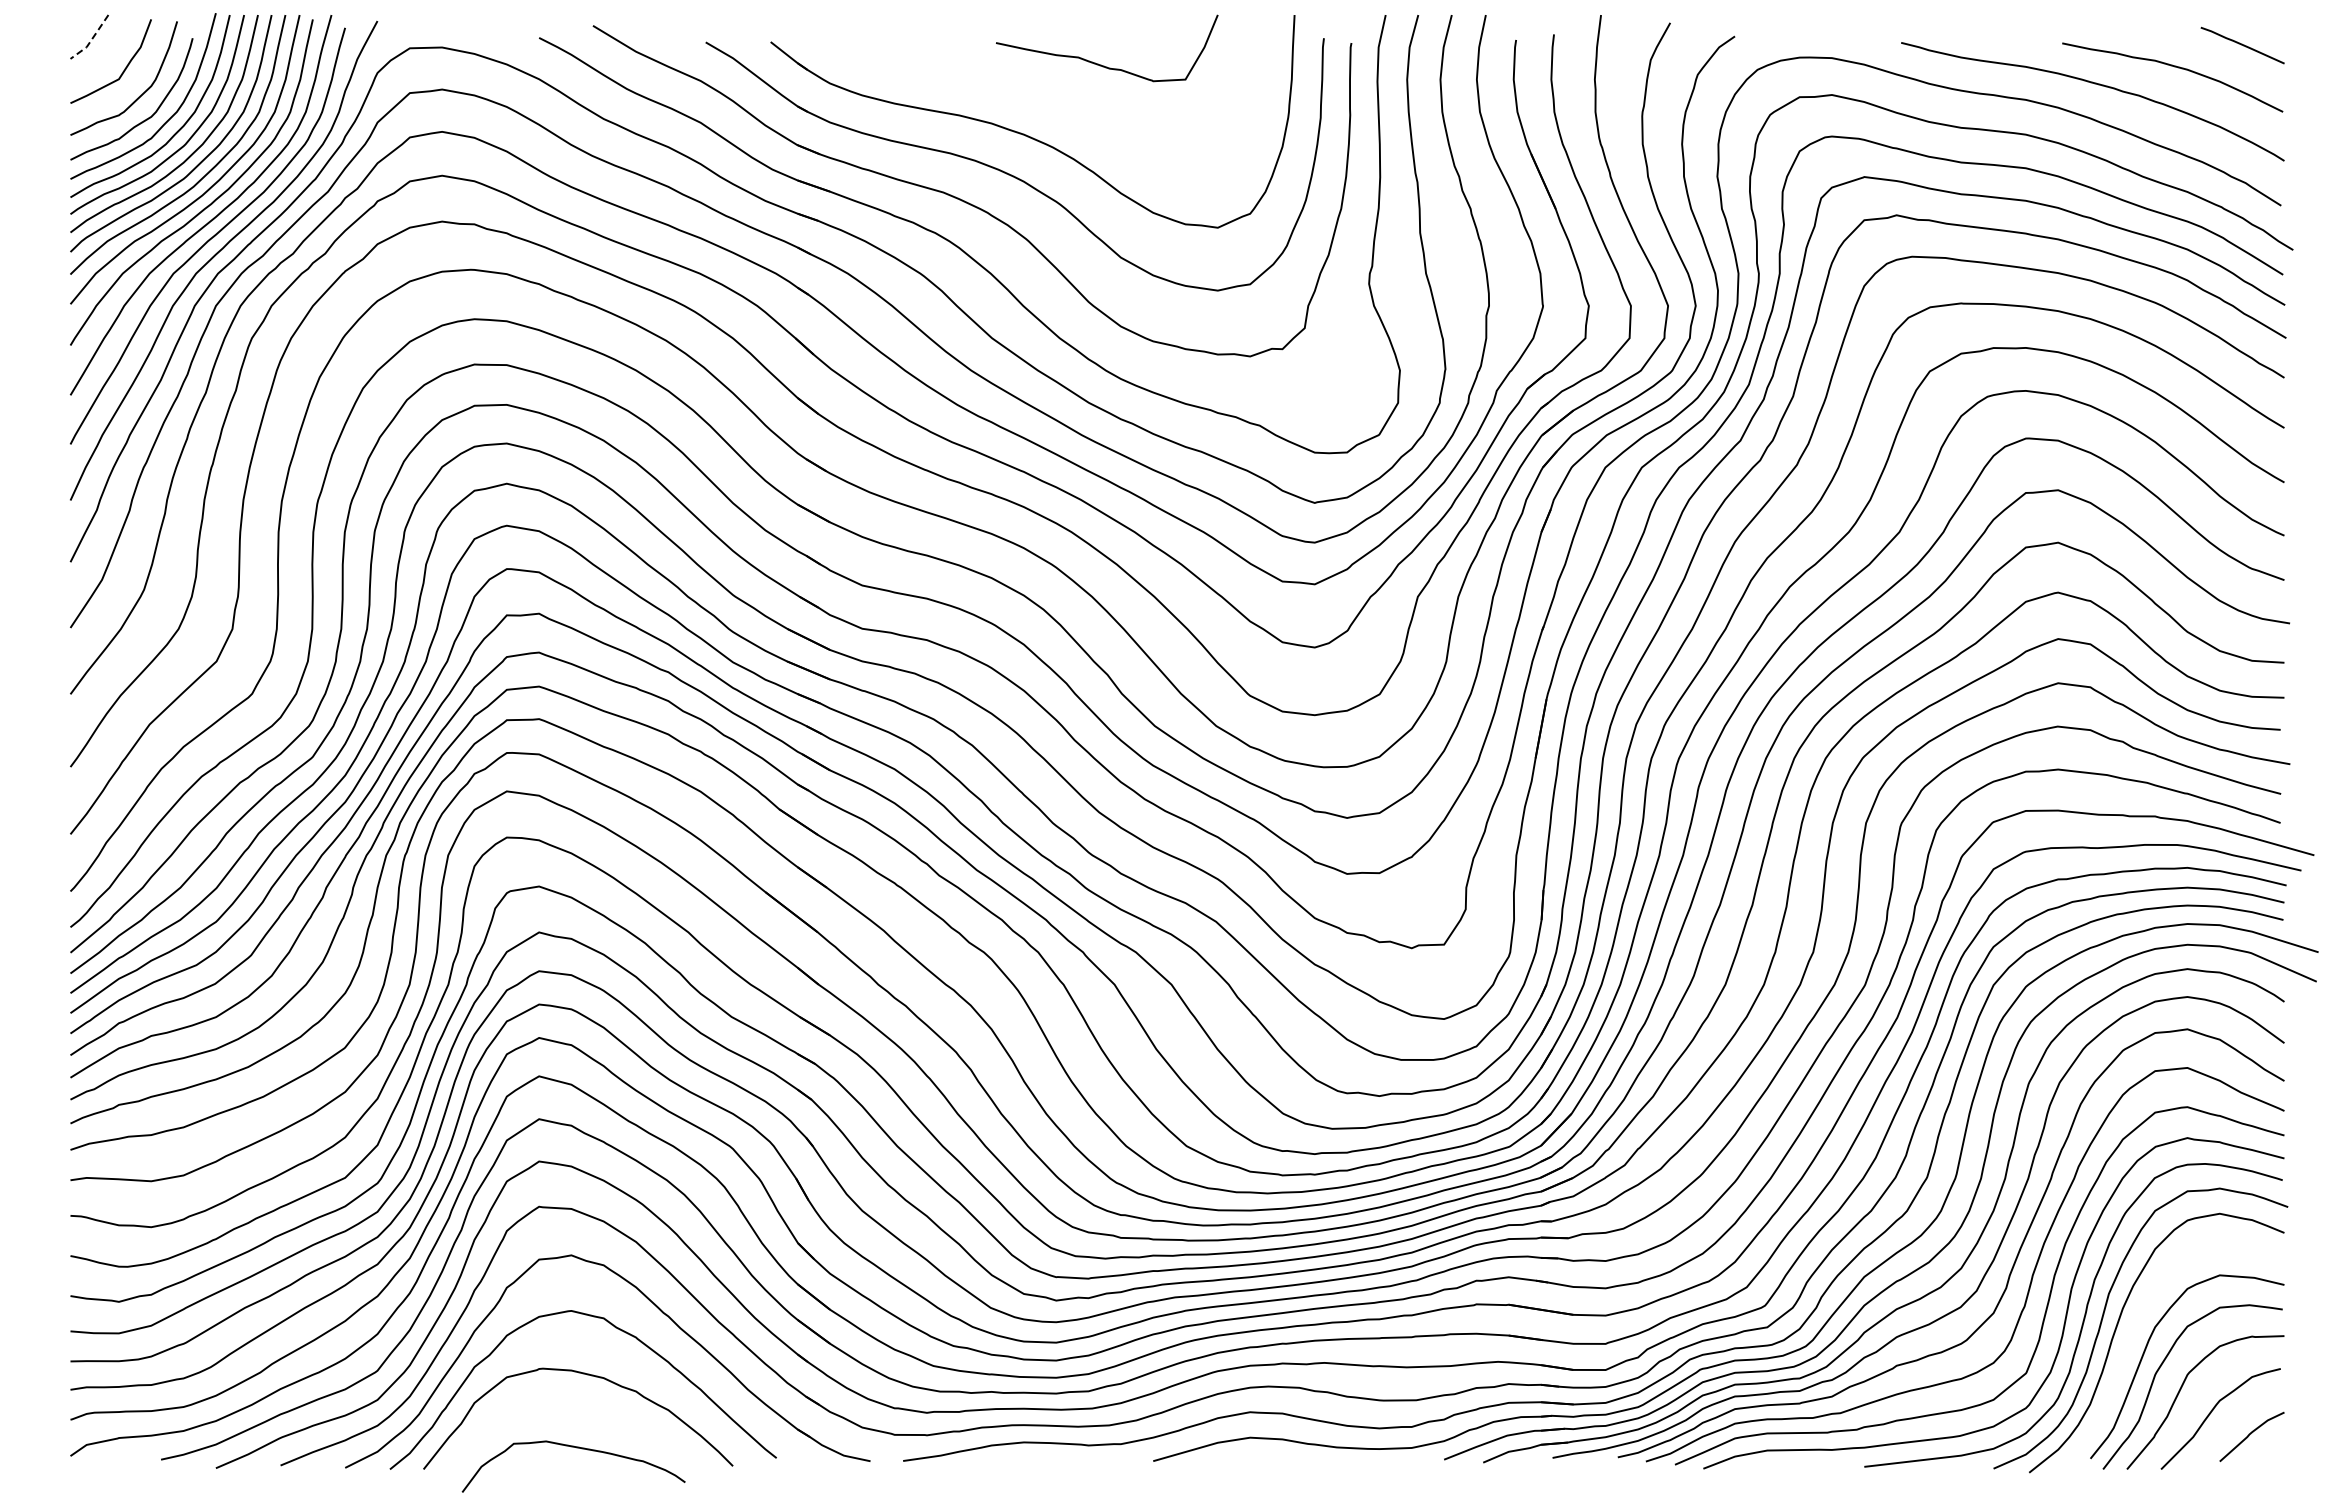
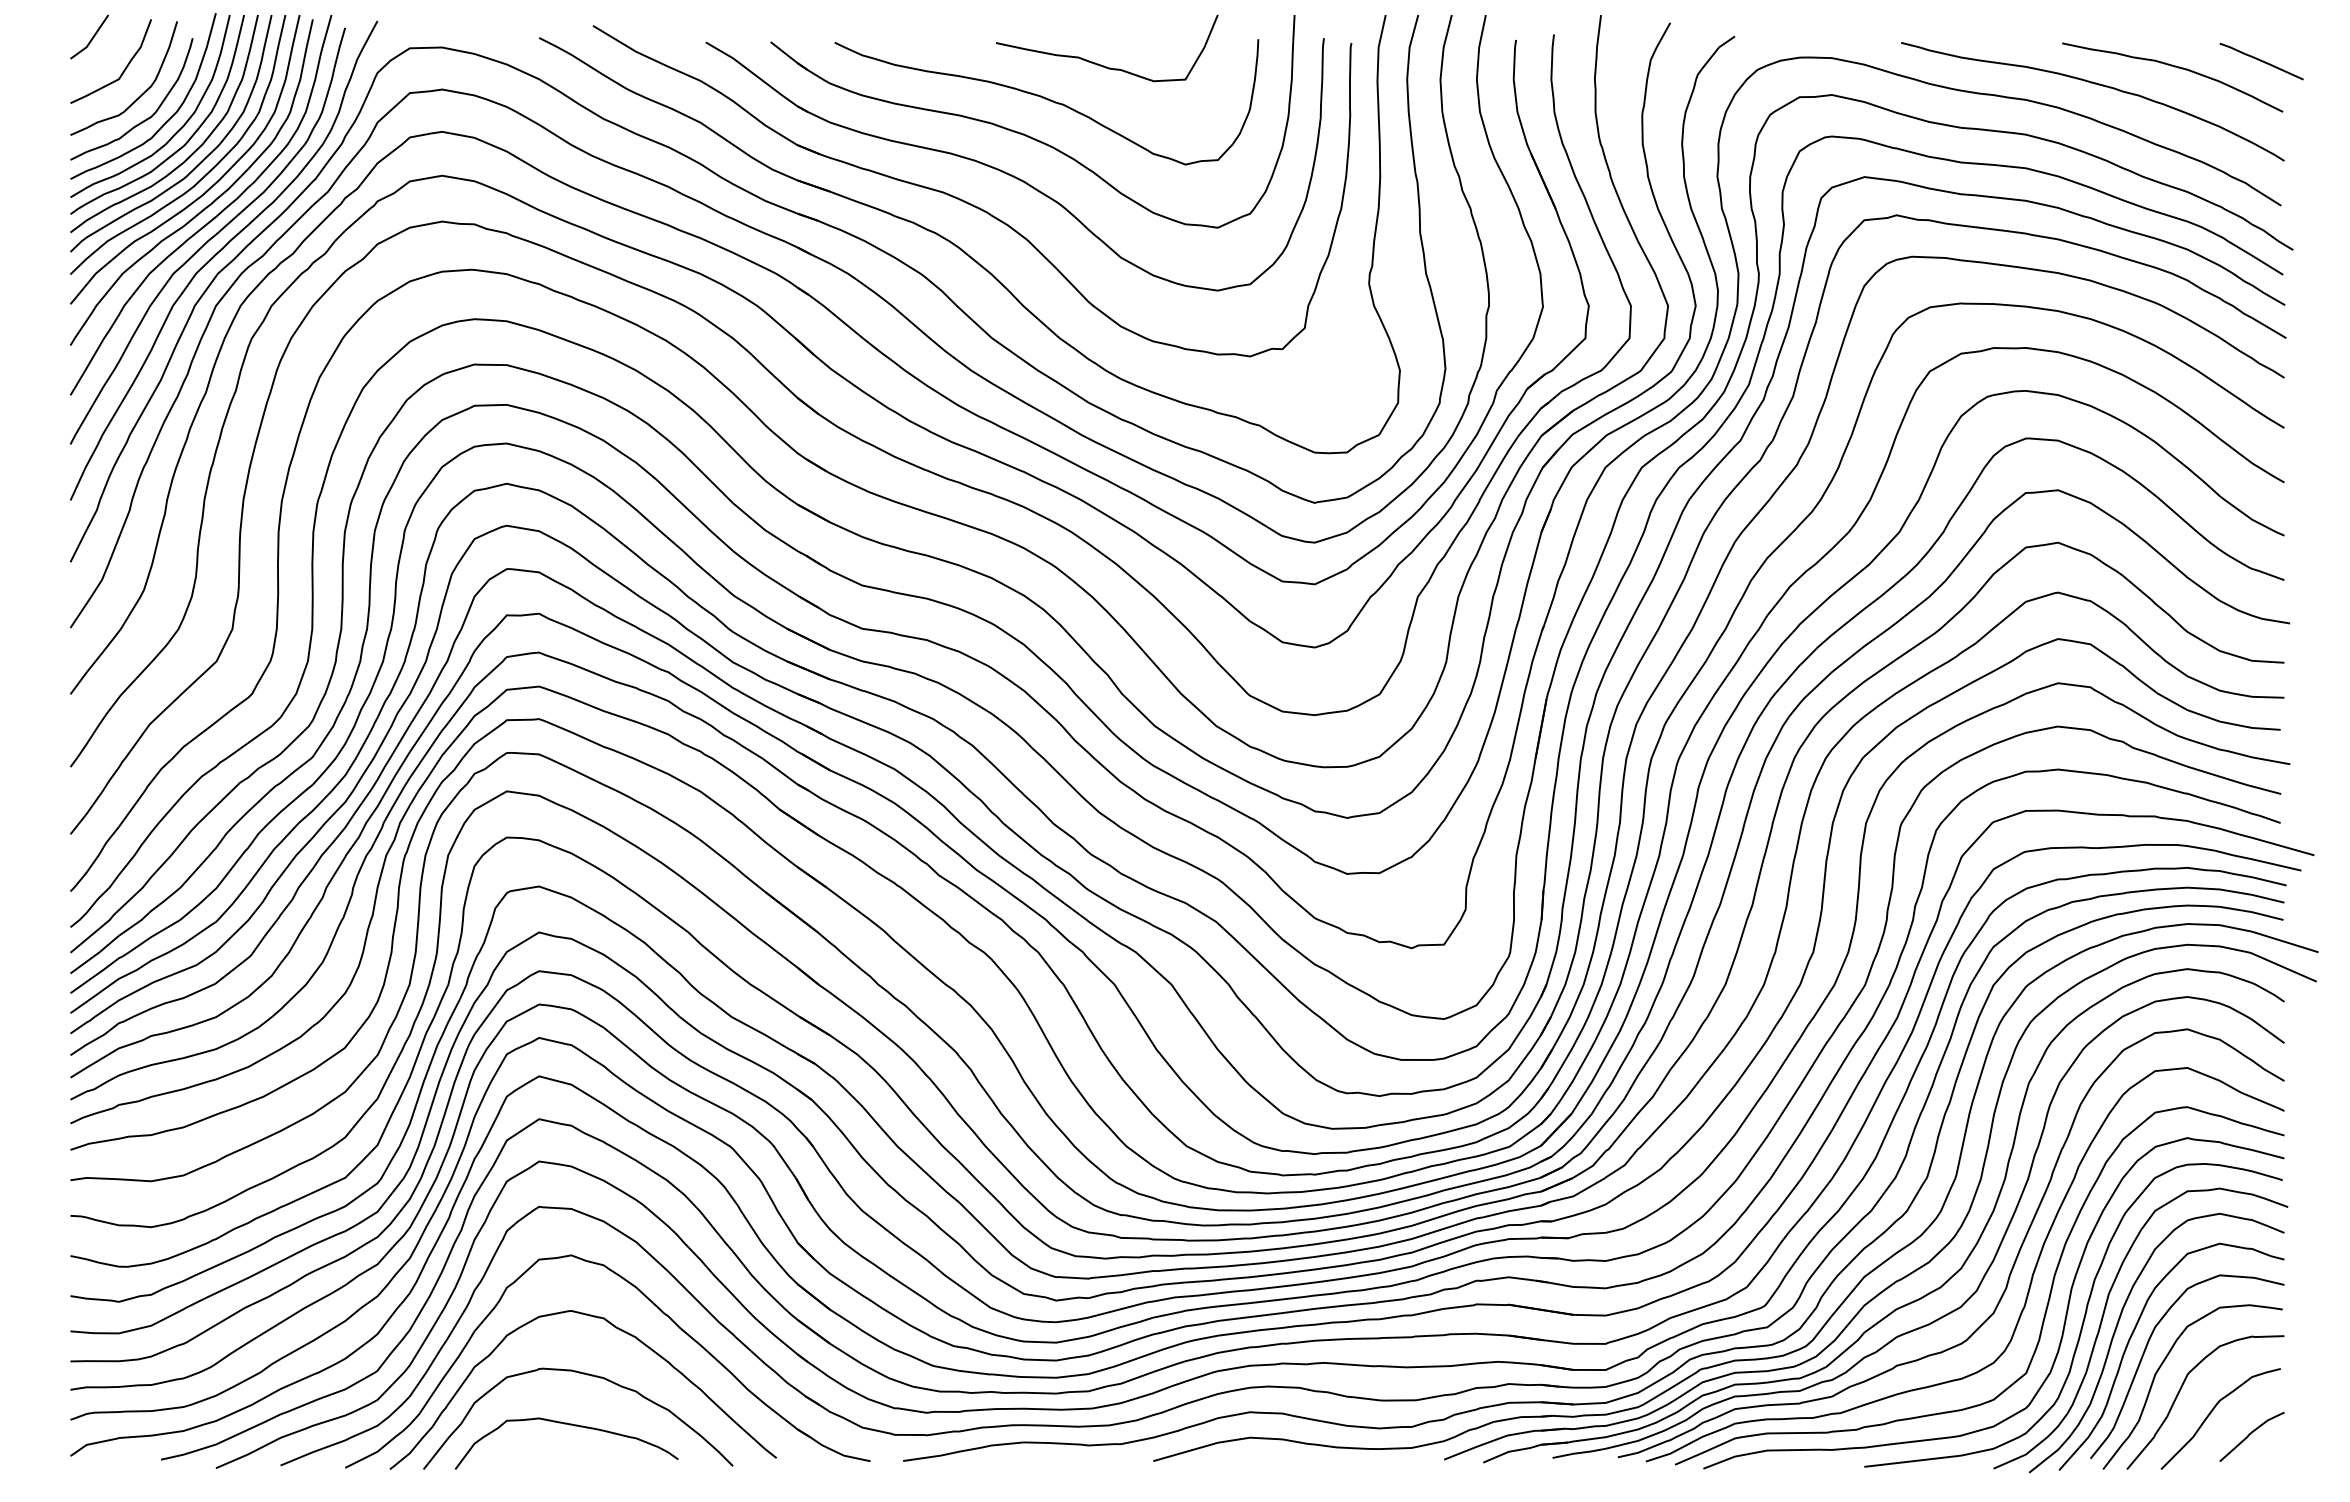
line at (91, 39): dashed -> solid
line at (2242, 45) position: (2242, 45) -> (2261, 61)
curve at (1047, 100): none -> present
curve at (2131, 1338): none -> present
curve at (576, 1448) position: (576, 1448) -> (569, 1425)
